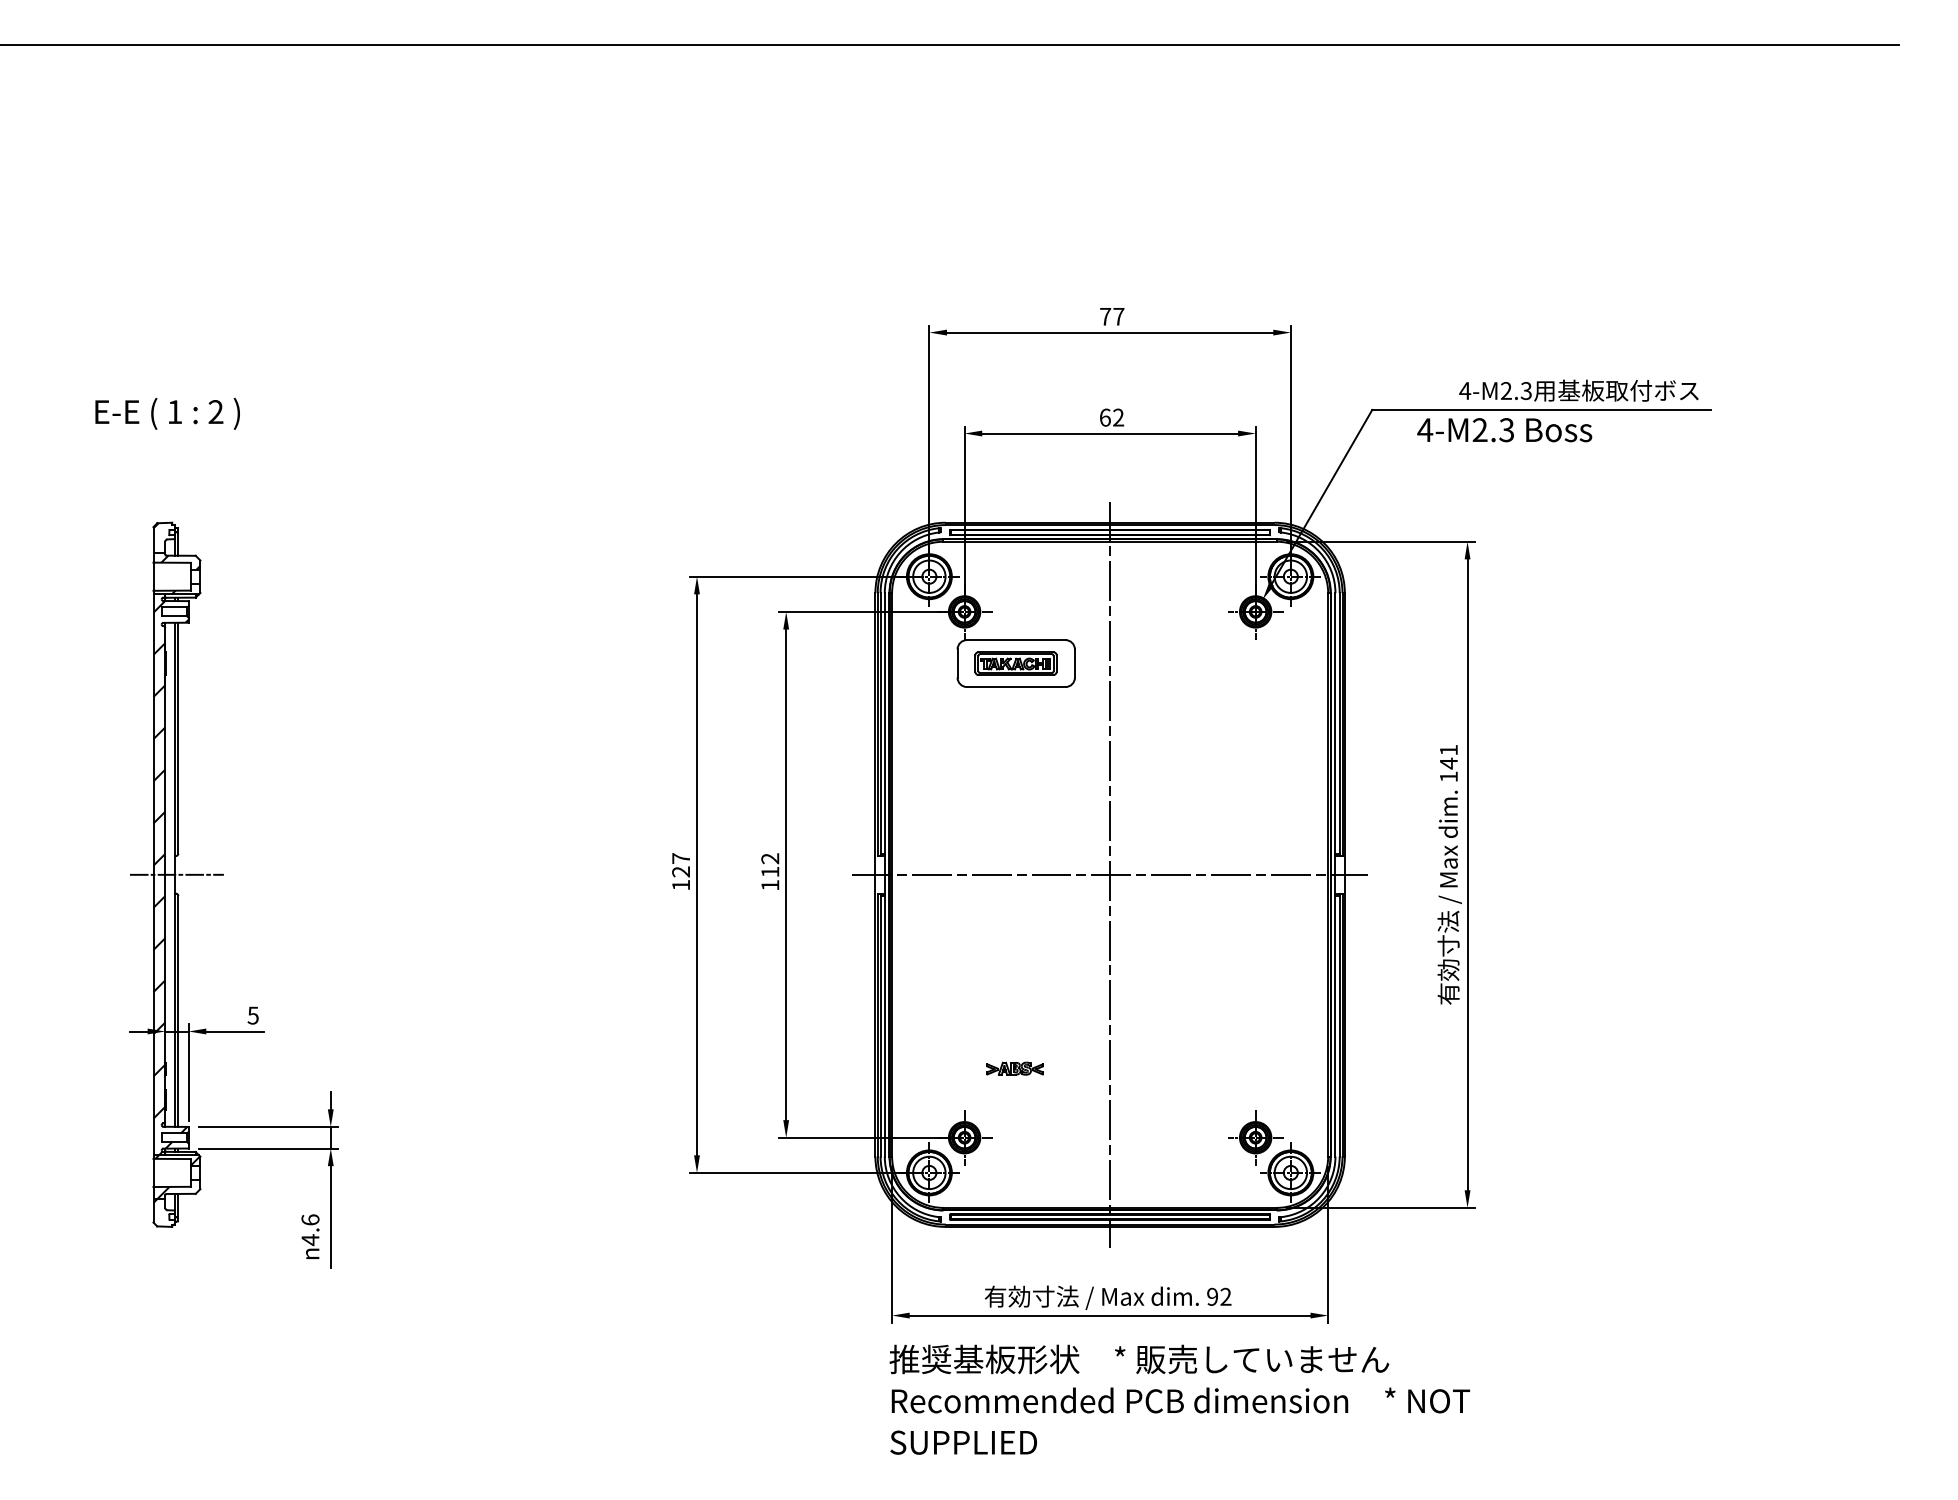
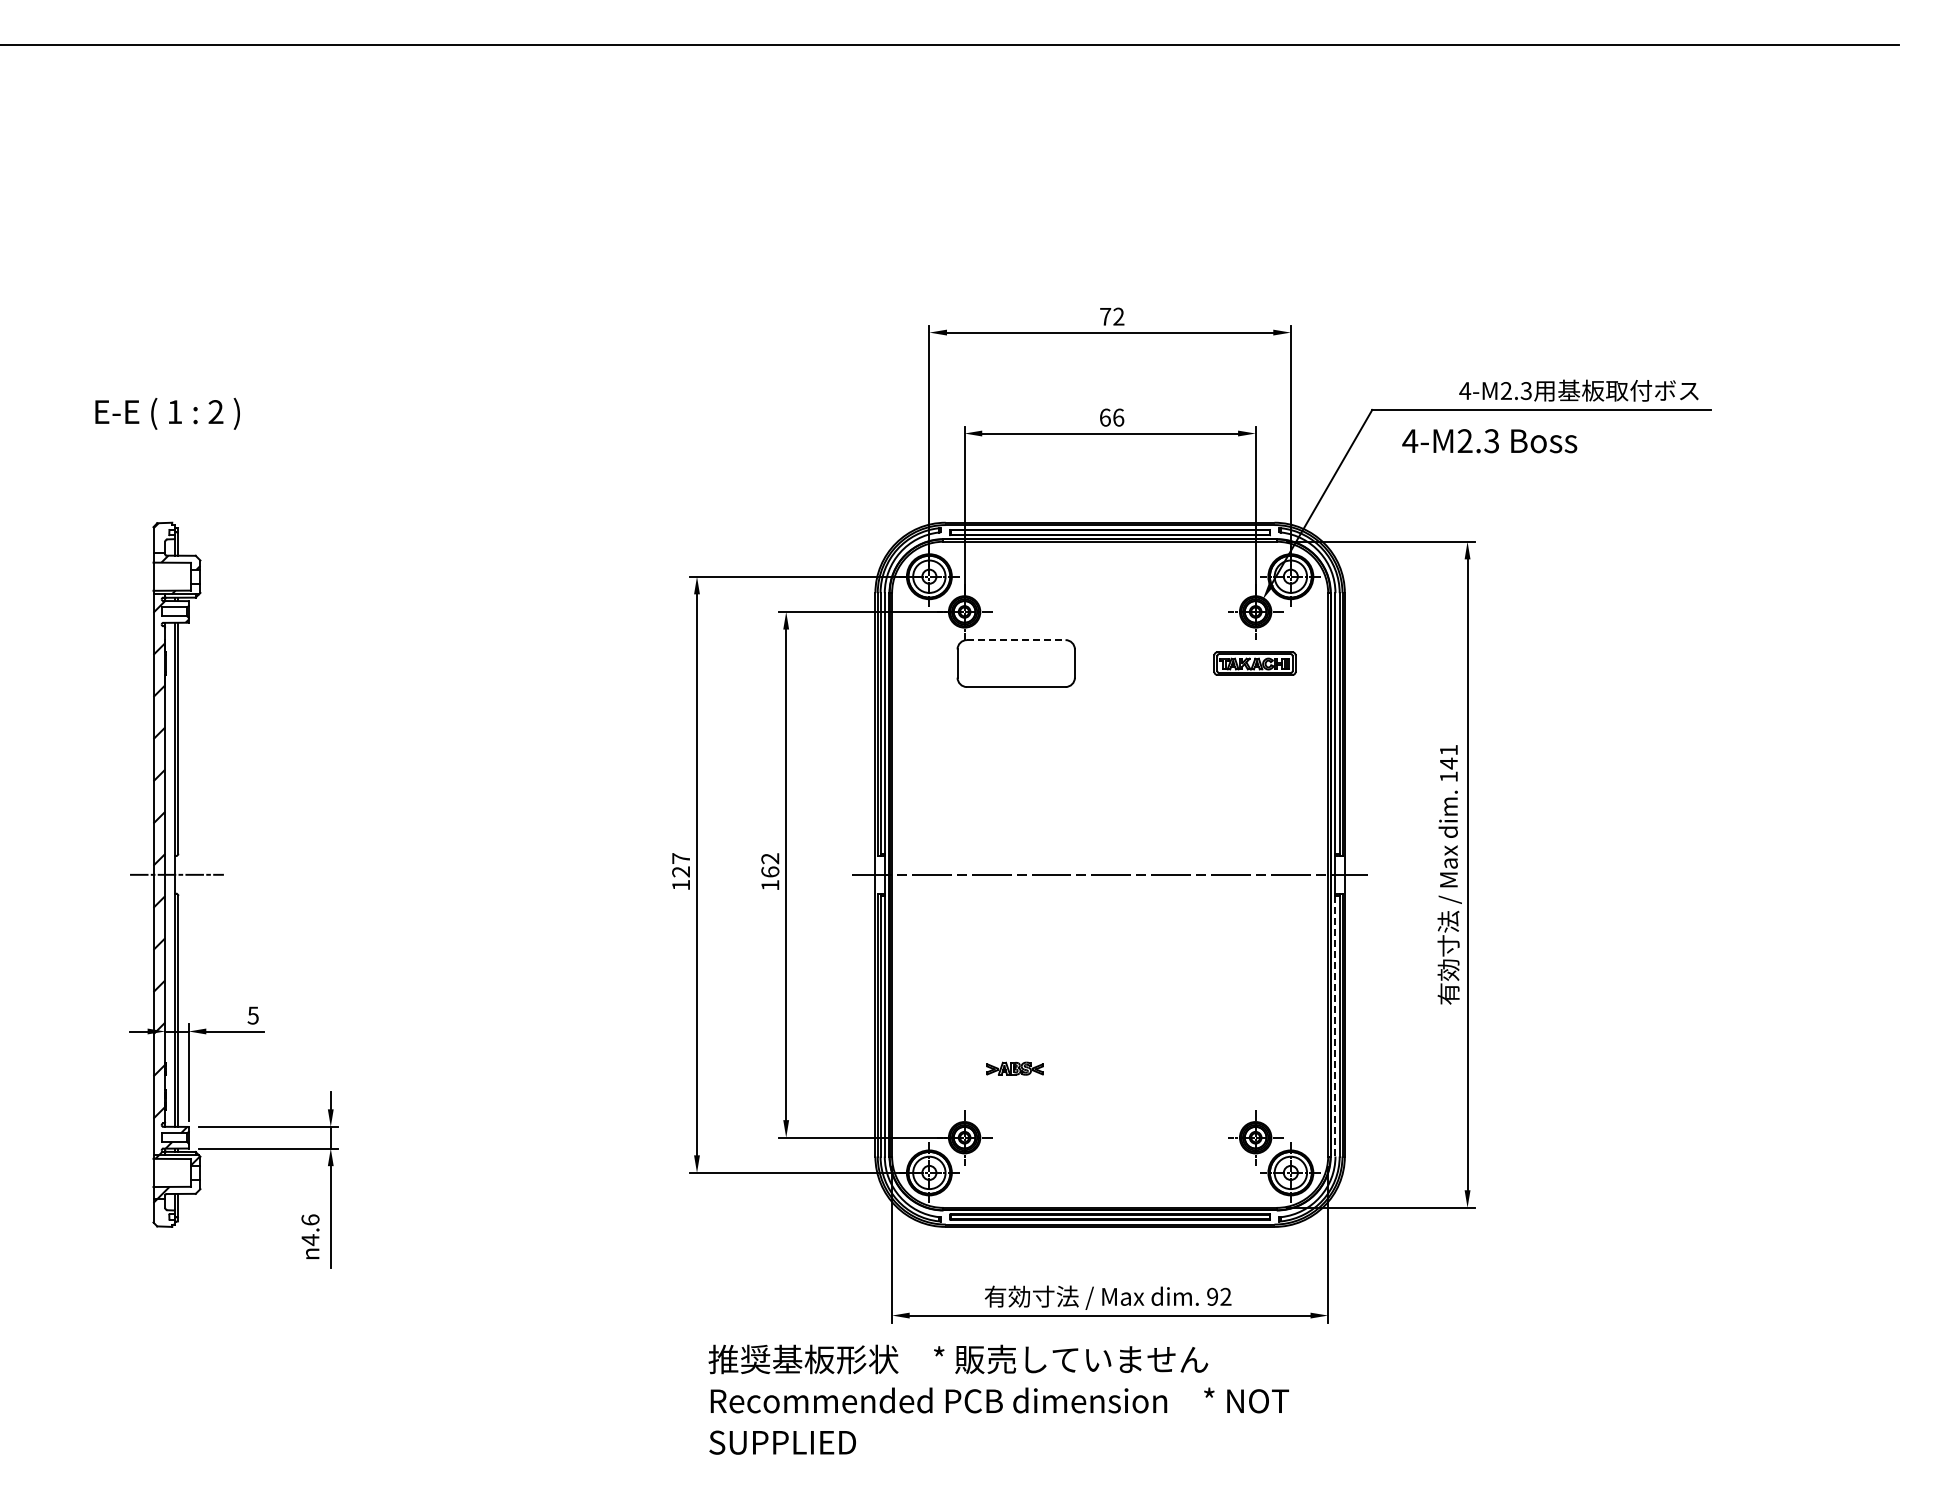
text at (1118, 316): 77 -> 72
text at (1118, 417): 62 -> 66
text at (1504, 430) position: (1504, 430) -> (1489, 441)
line at (1016, 640): solid -> dashed
part at (1015, 663) position: (1015, 663) -> (1254, 663)
text at (770, 871): 112 -> 162
line at (1110, 874): present -> none
line at (1335, 1026): solid -> dashed
text at (1179, 1399) position: (1179, 1399) -> (998, 1399)
